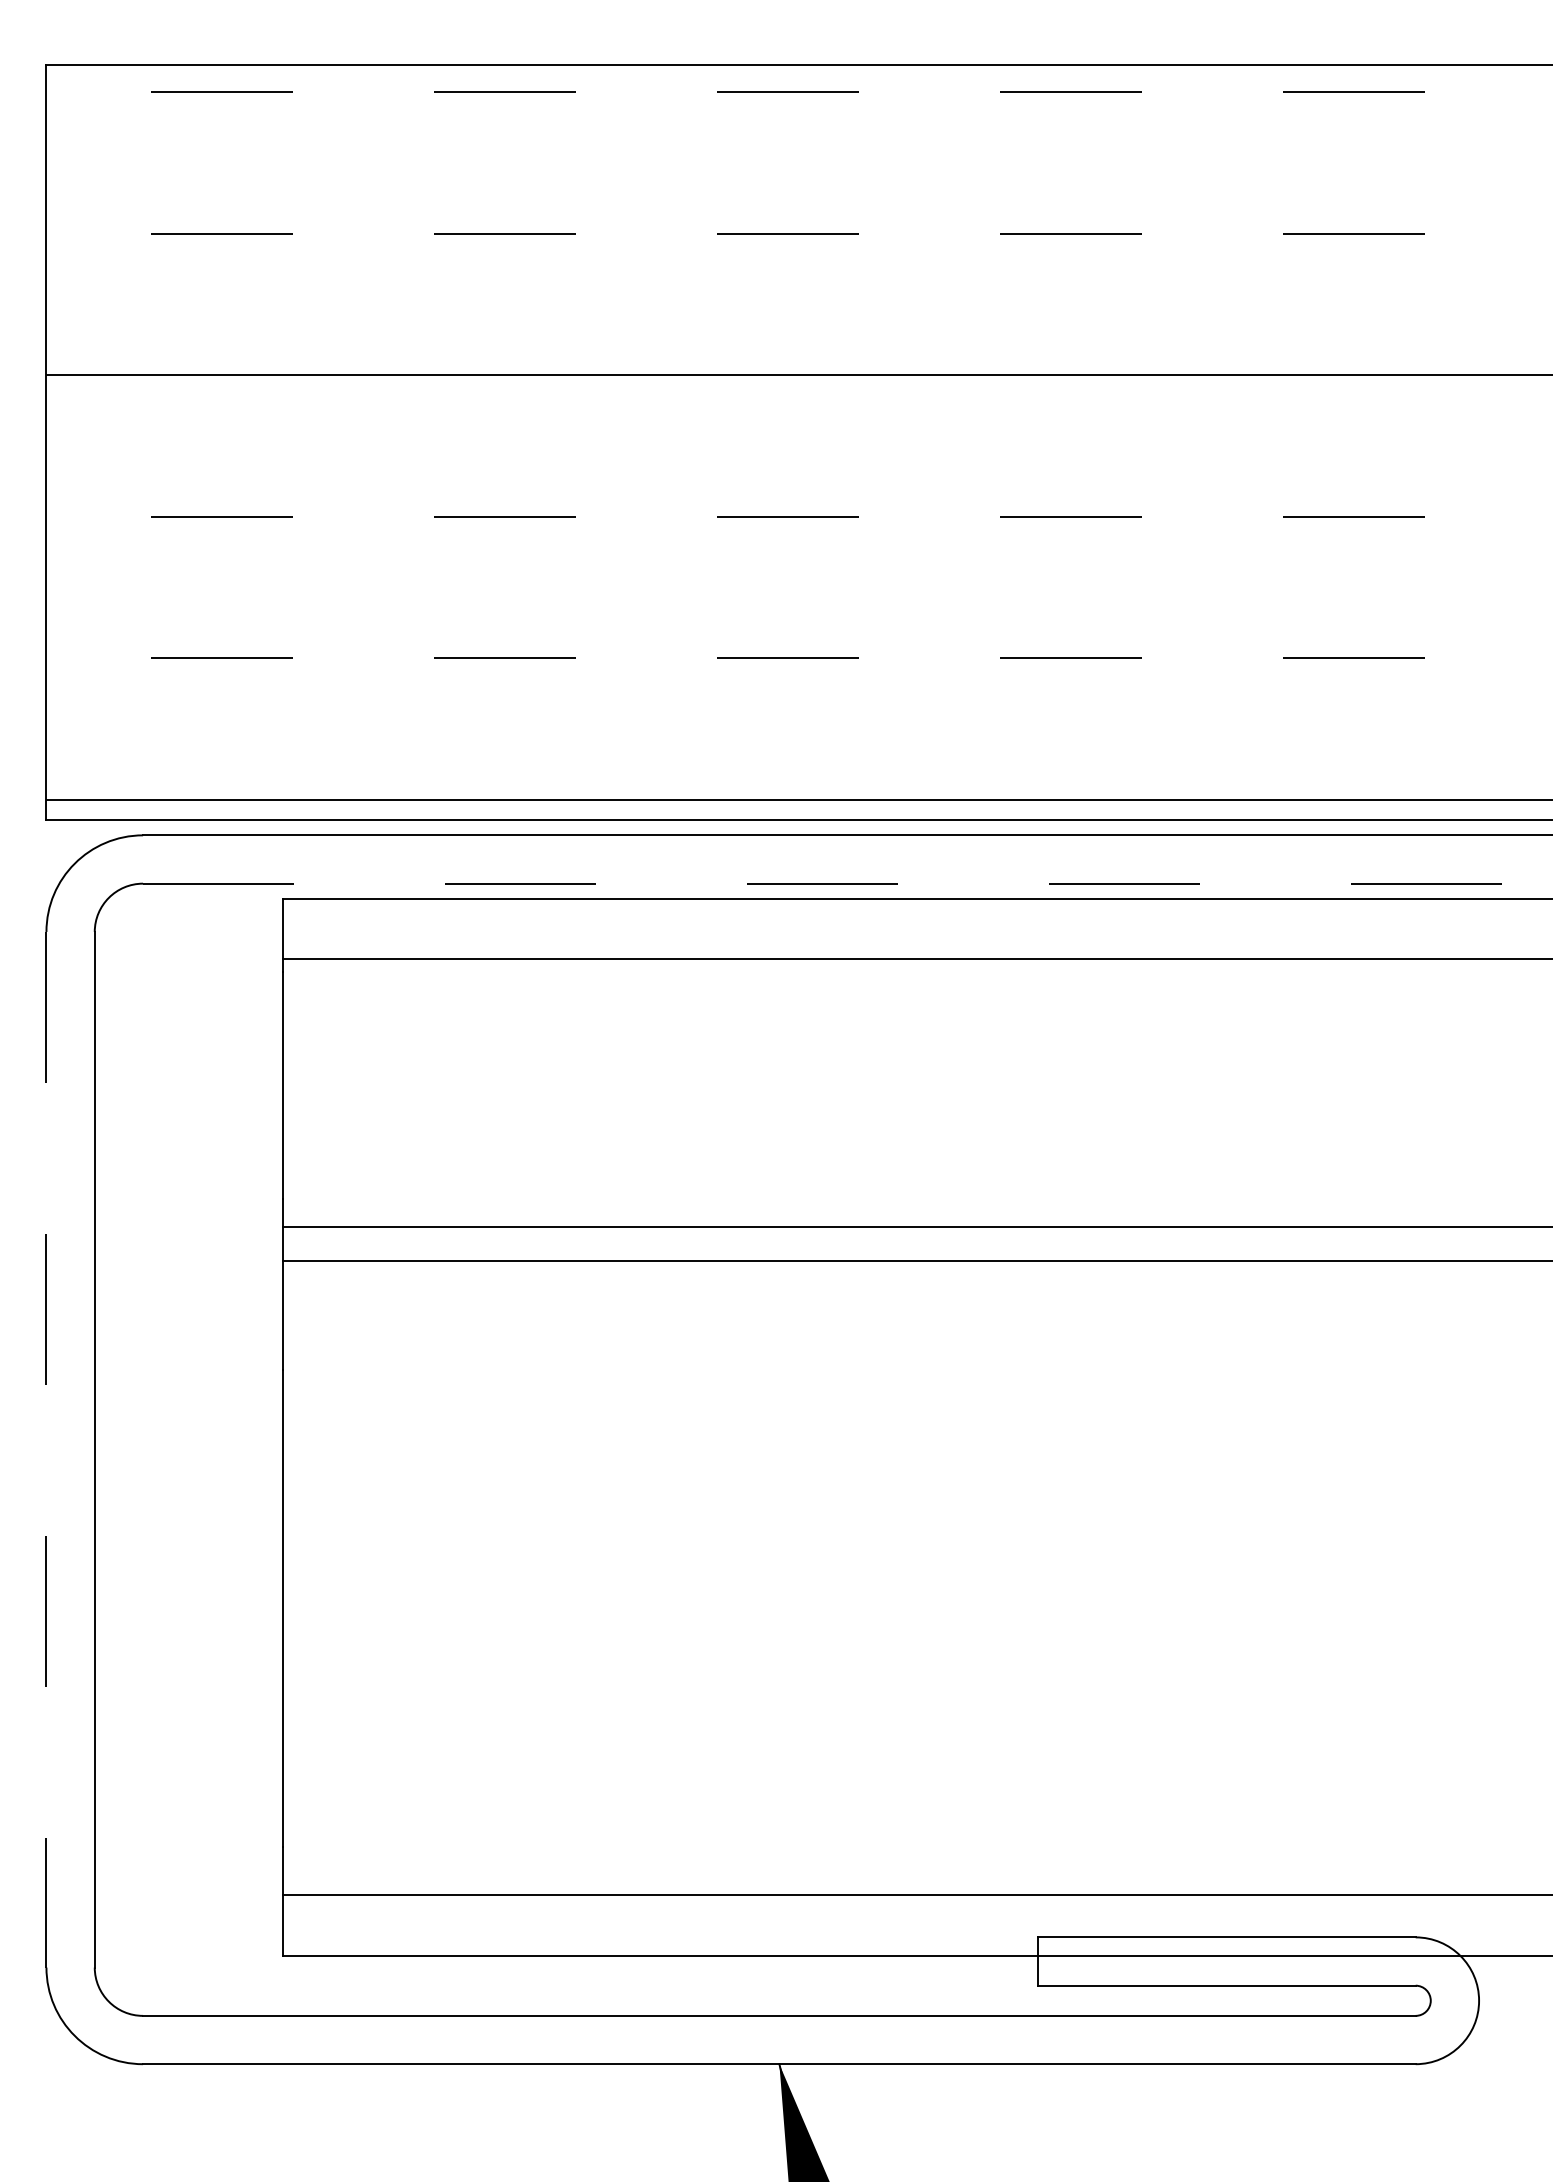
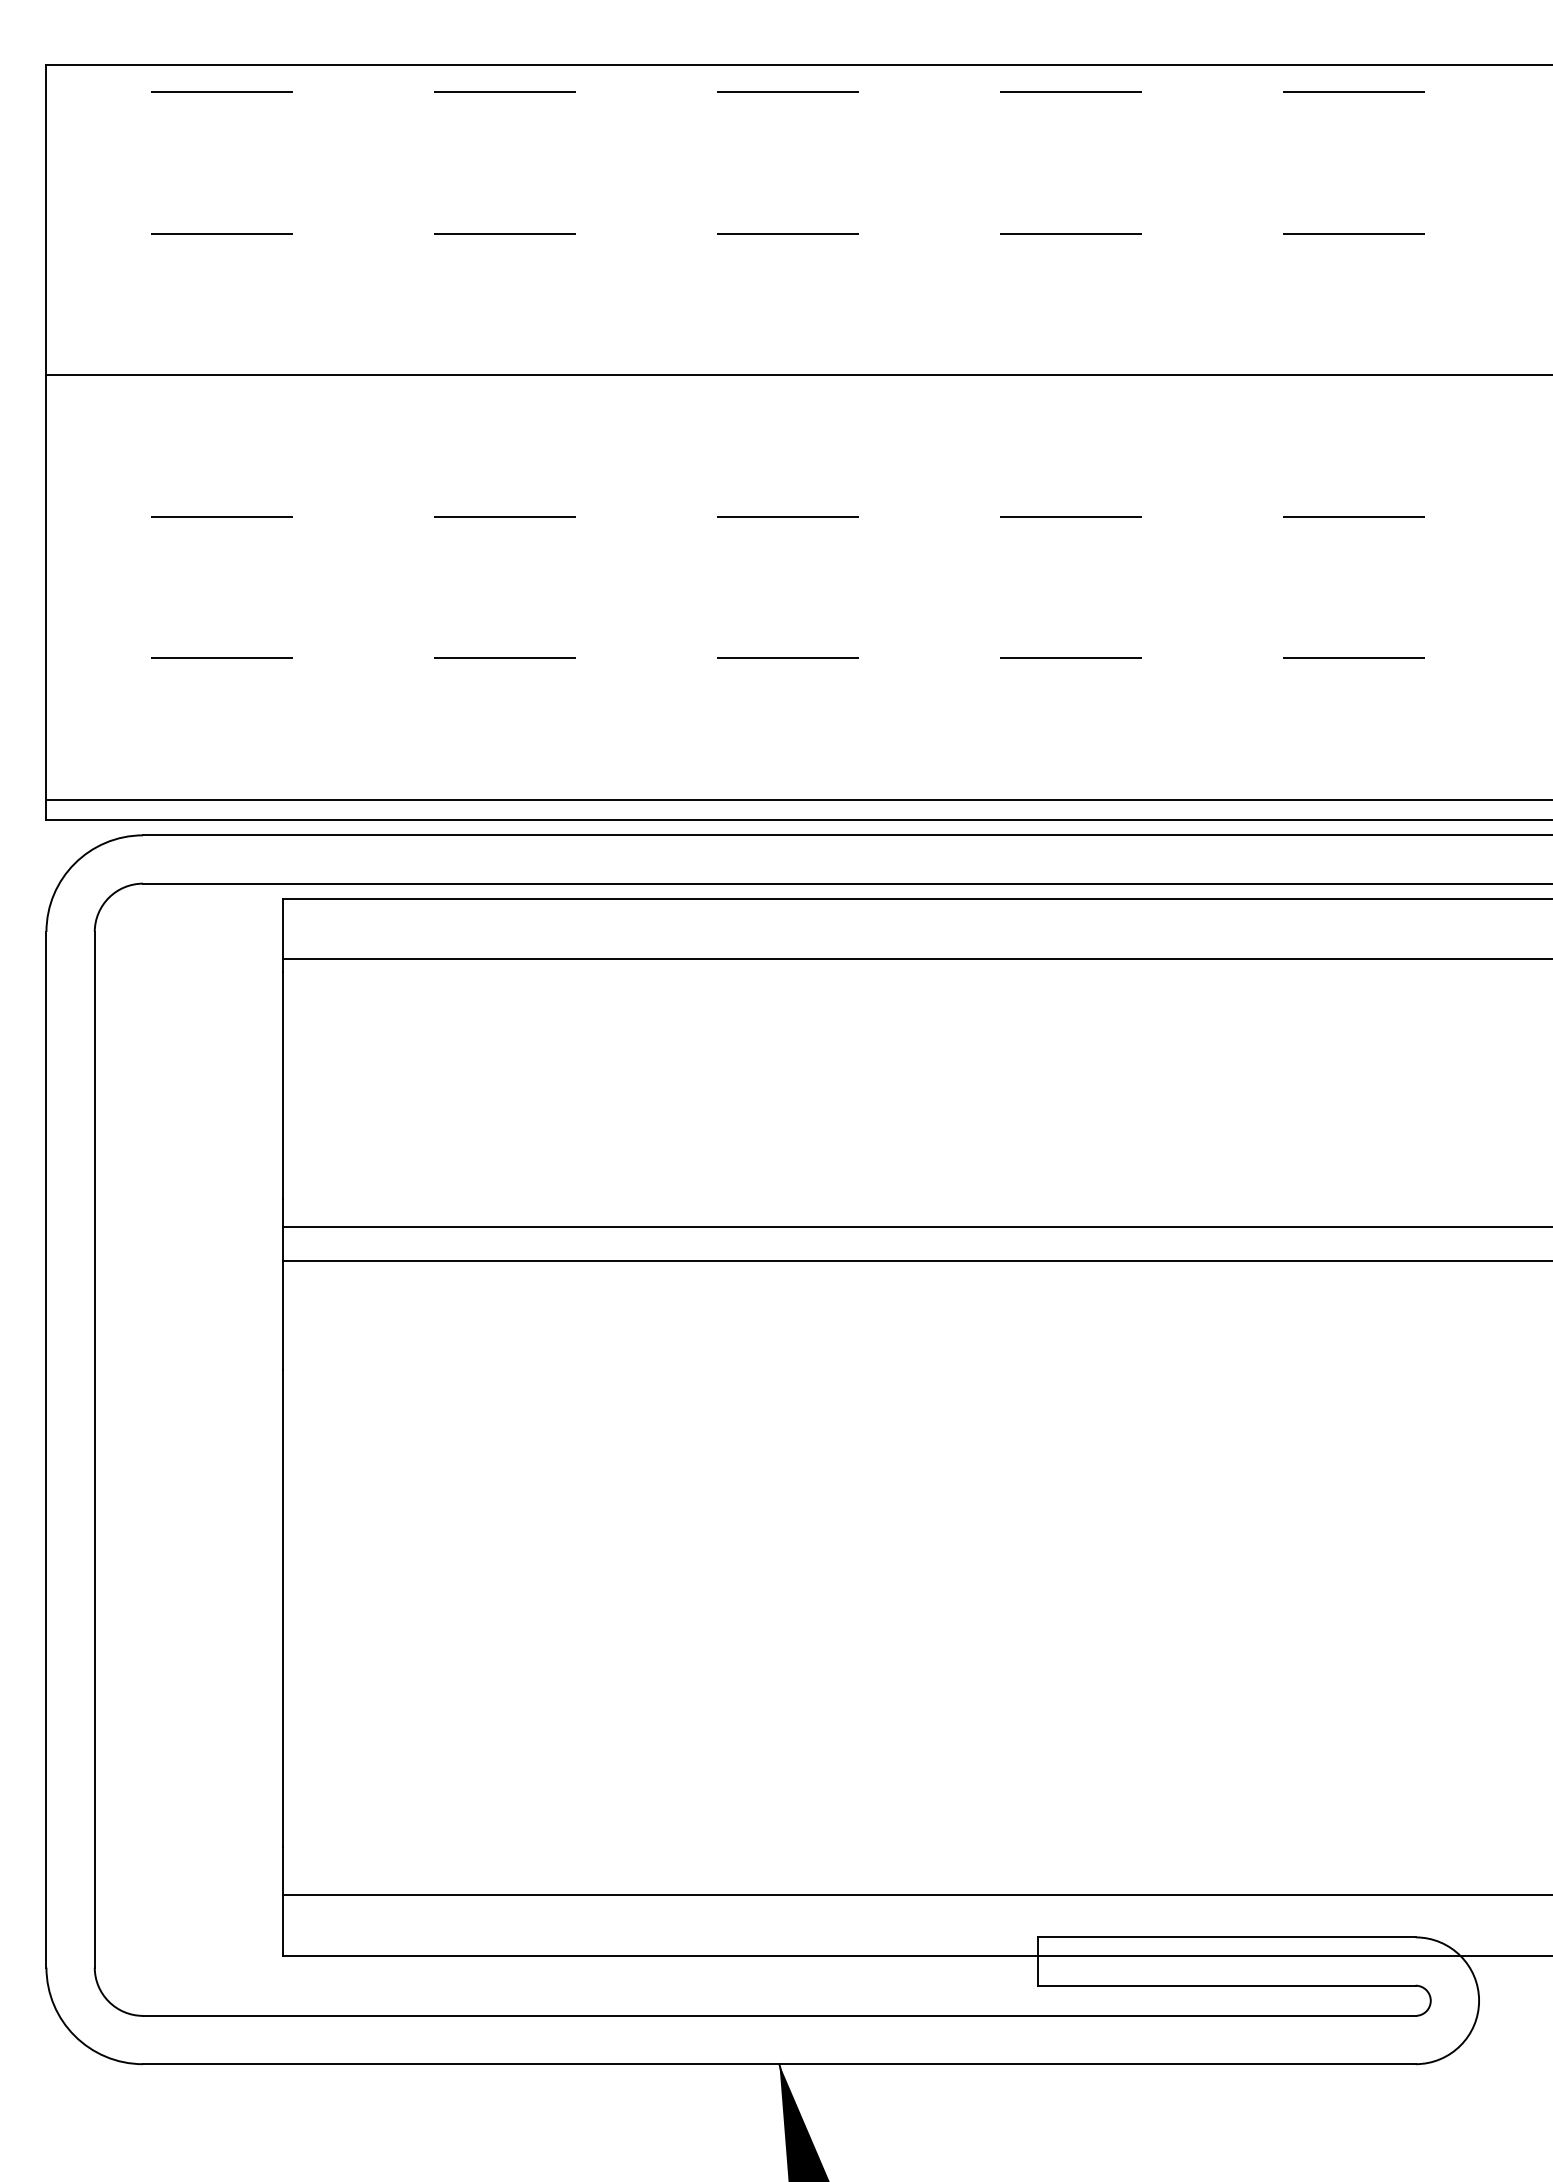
line at (847, 883): dashed -> solid
line at (46, 1449): dashed -> solid
